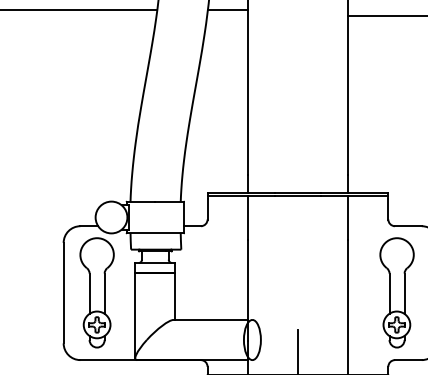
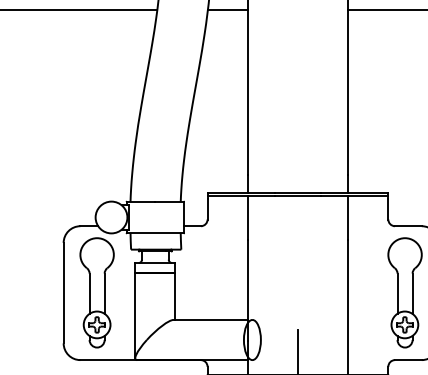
line at (386, 16) position: (386, 16) -> (386, 10)
part at (396, 292) position: (396, 292) -> (404, 292)
